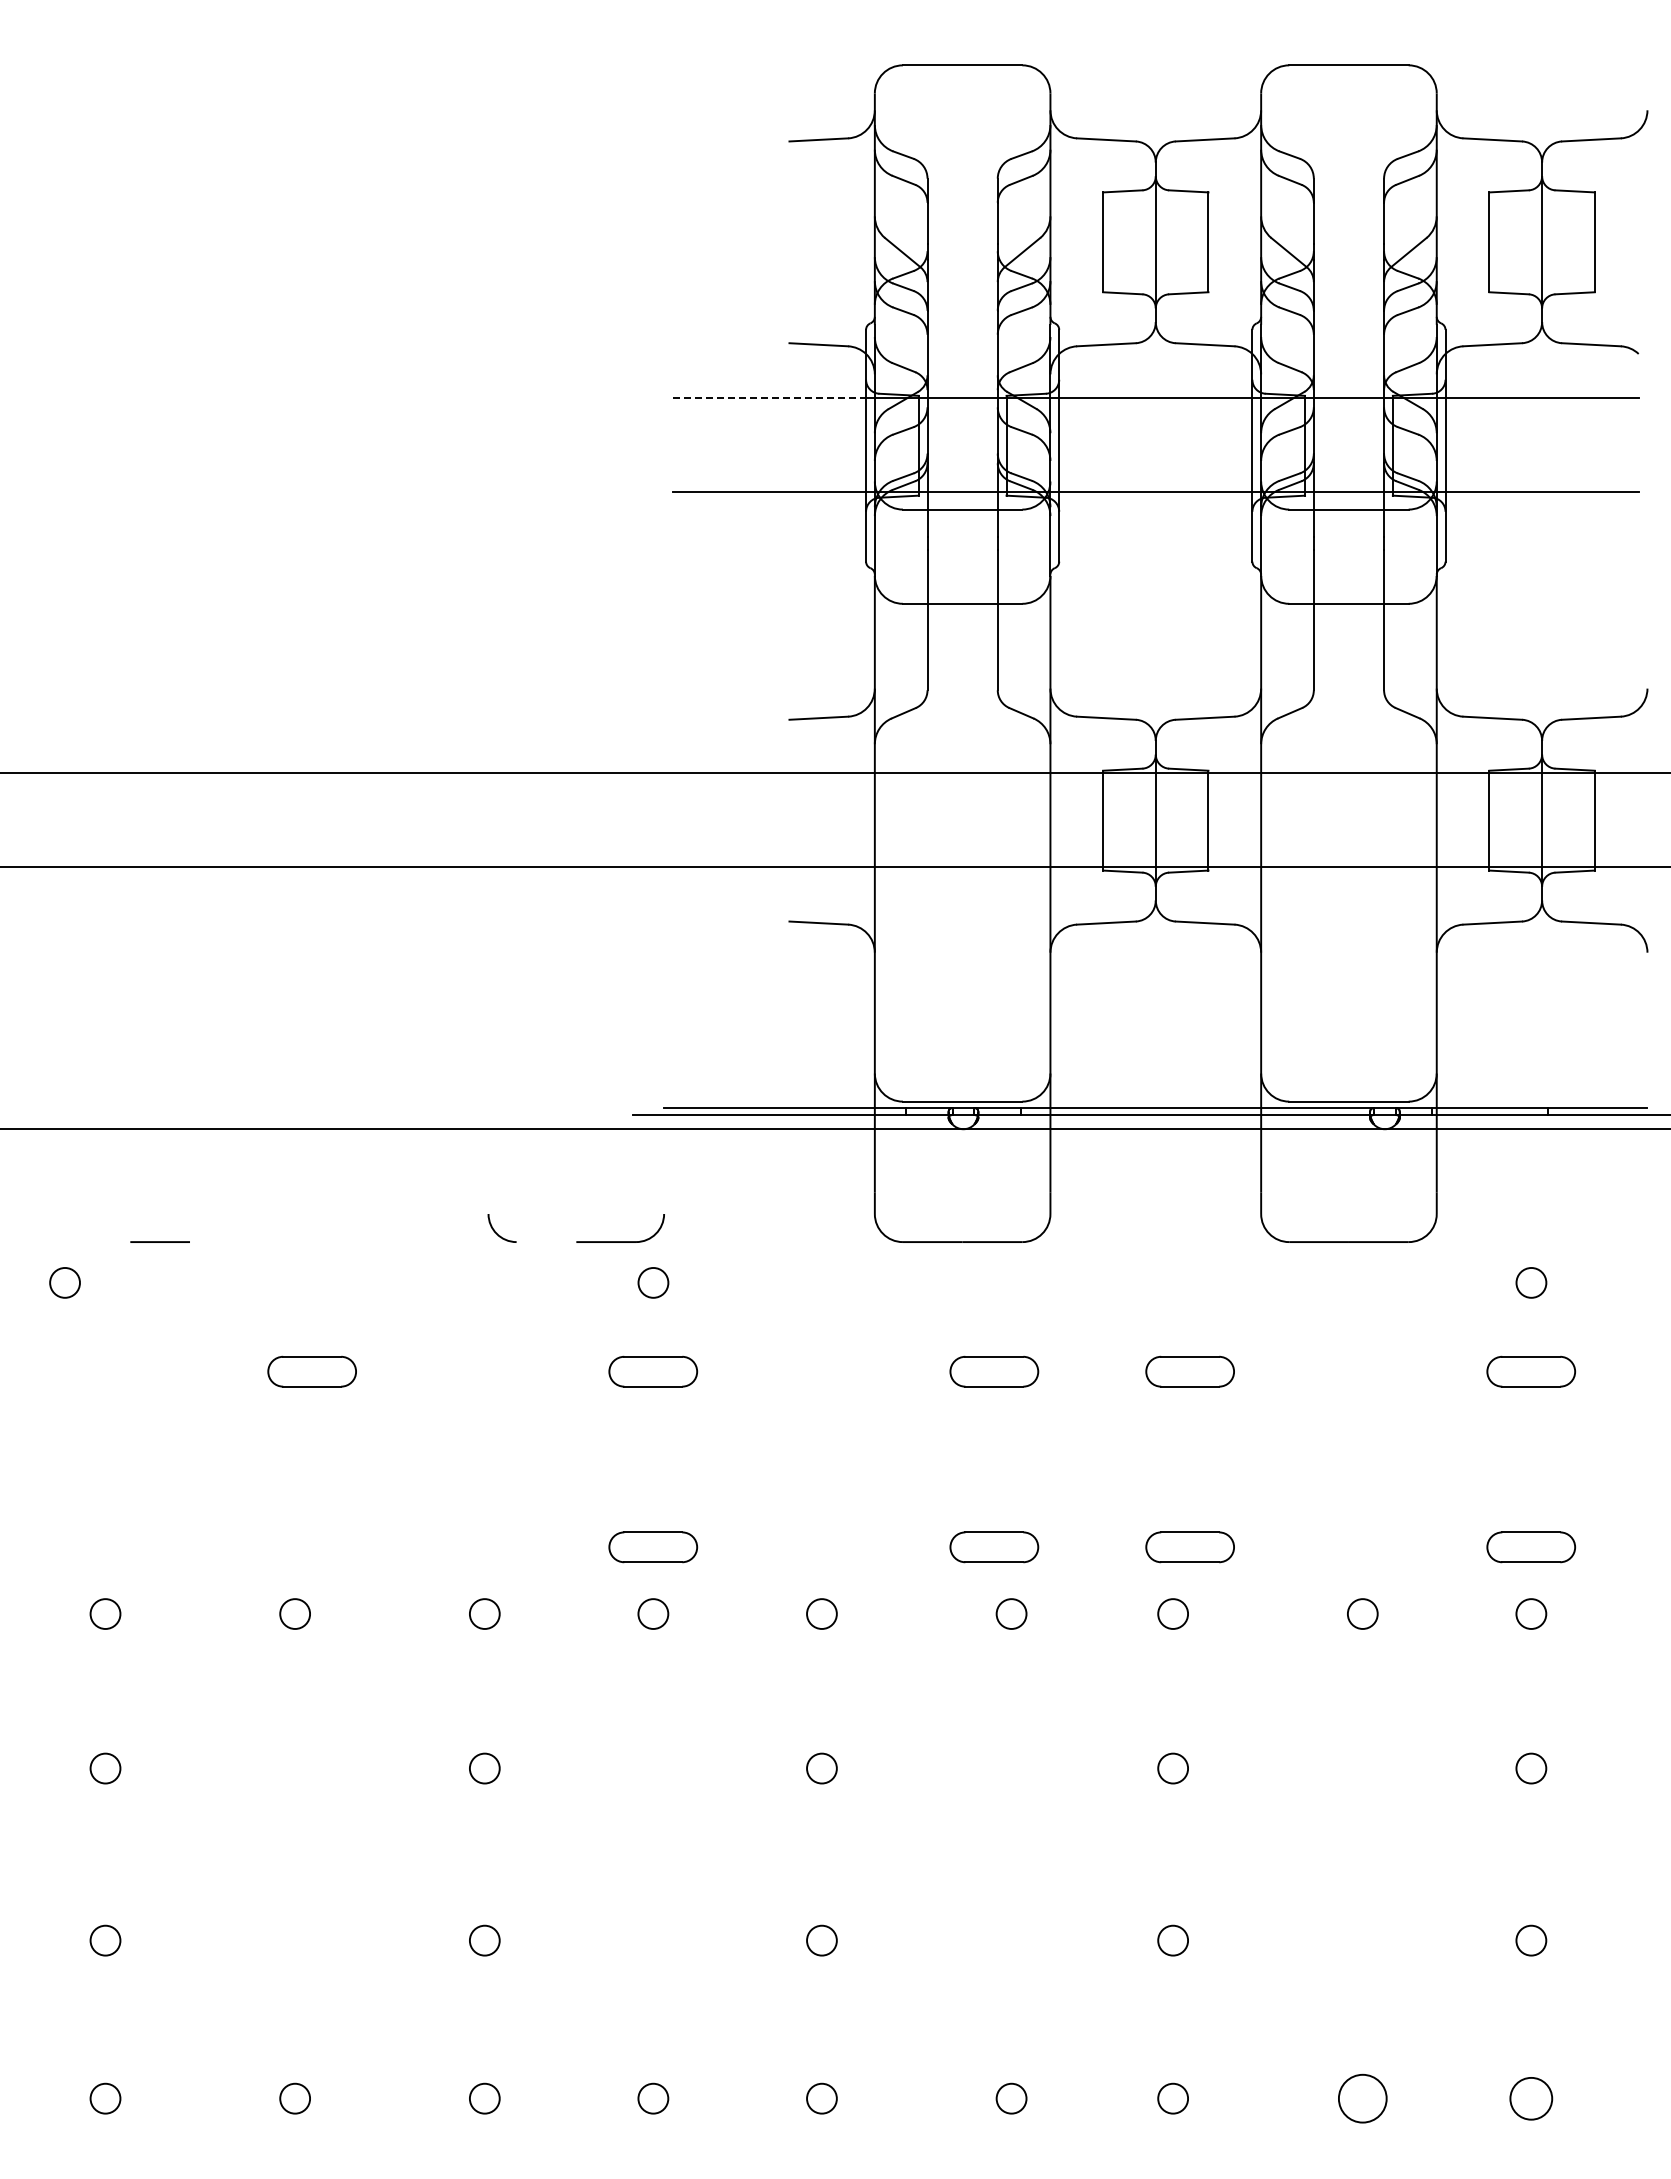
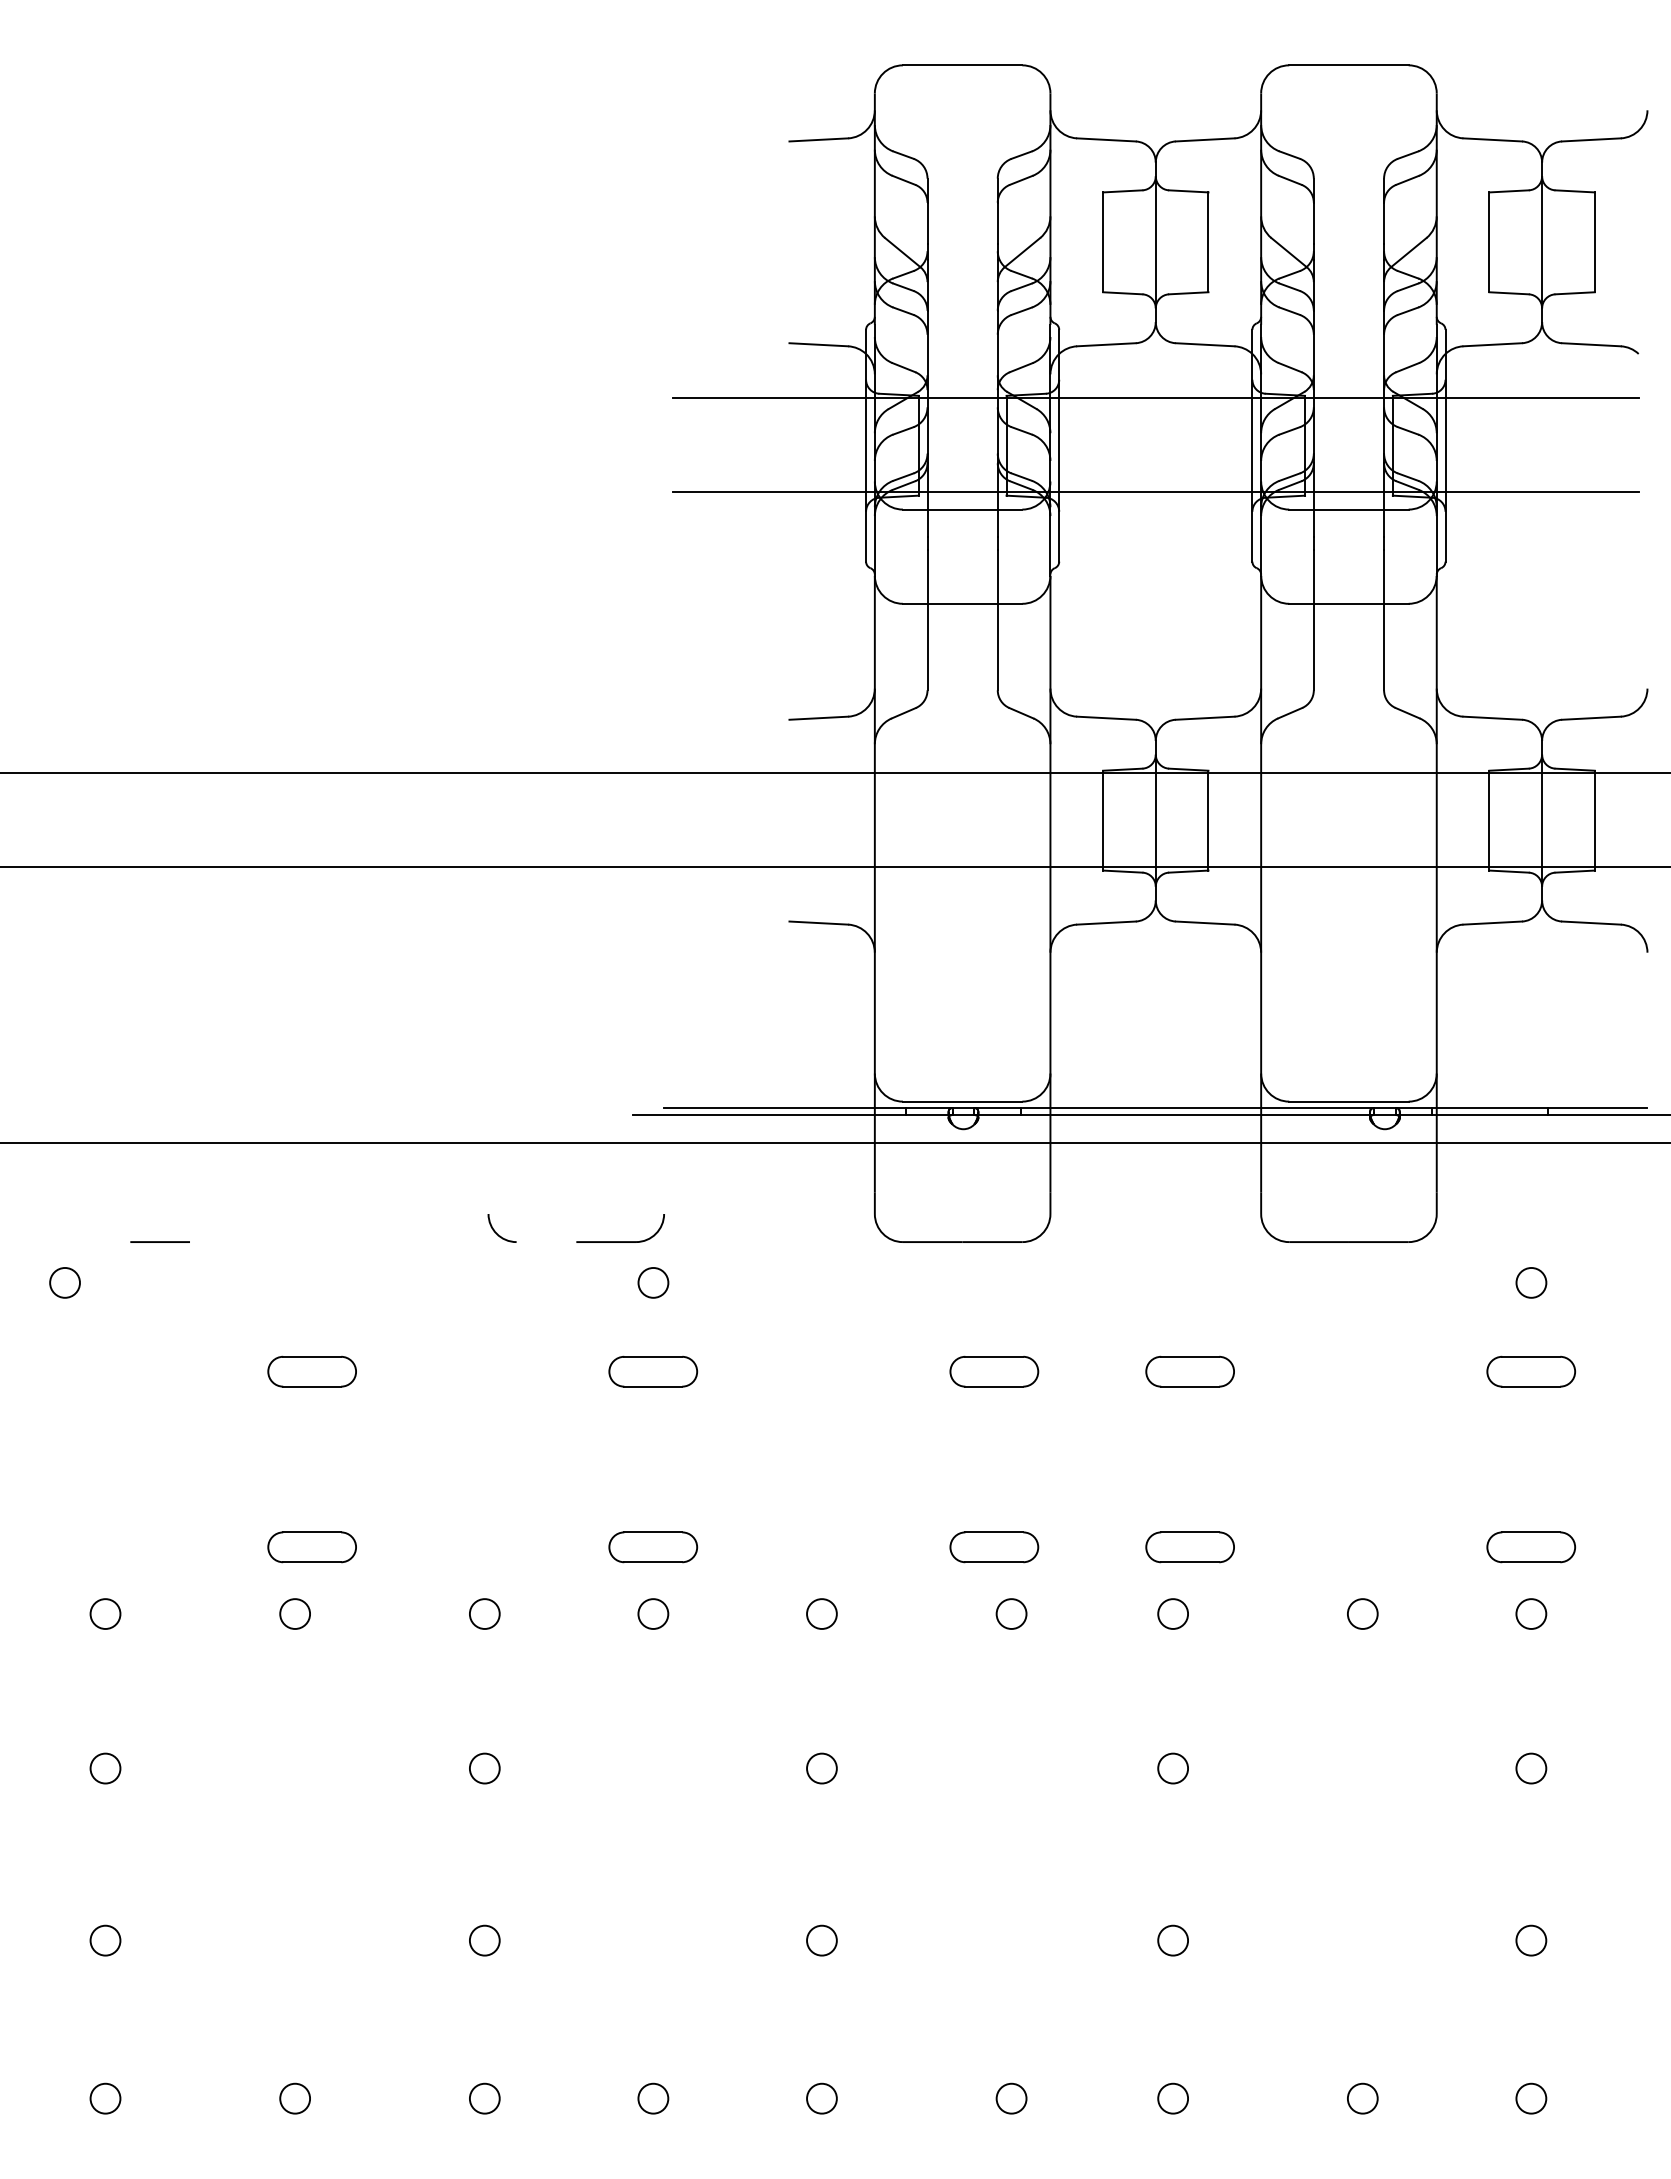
line at (769, 397): dashed -> solid
line at (834, 1129) position: (834, 1129) -> (834, 1143)
part at (311, 1547): none -> present
circle at (1362, 2098) diameter: 48 px -> 30 px
circle at (1531, 2098) size: 45x44 px -> 33x33 px
